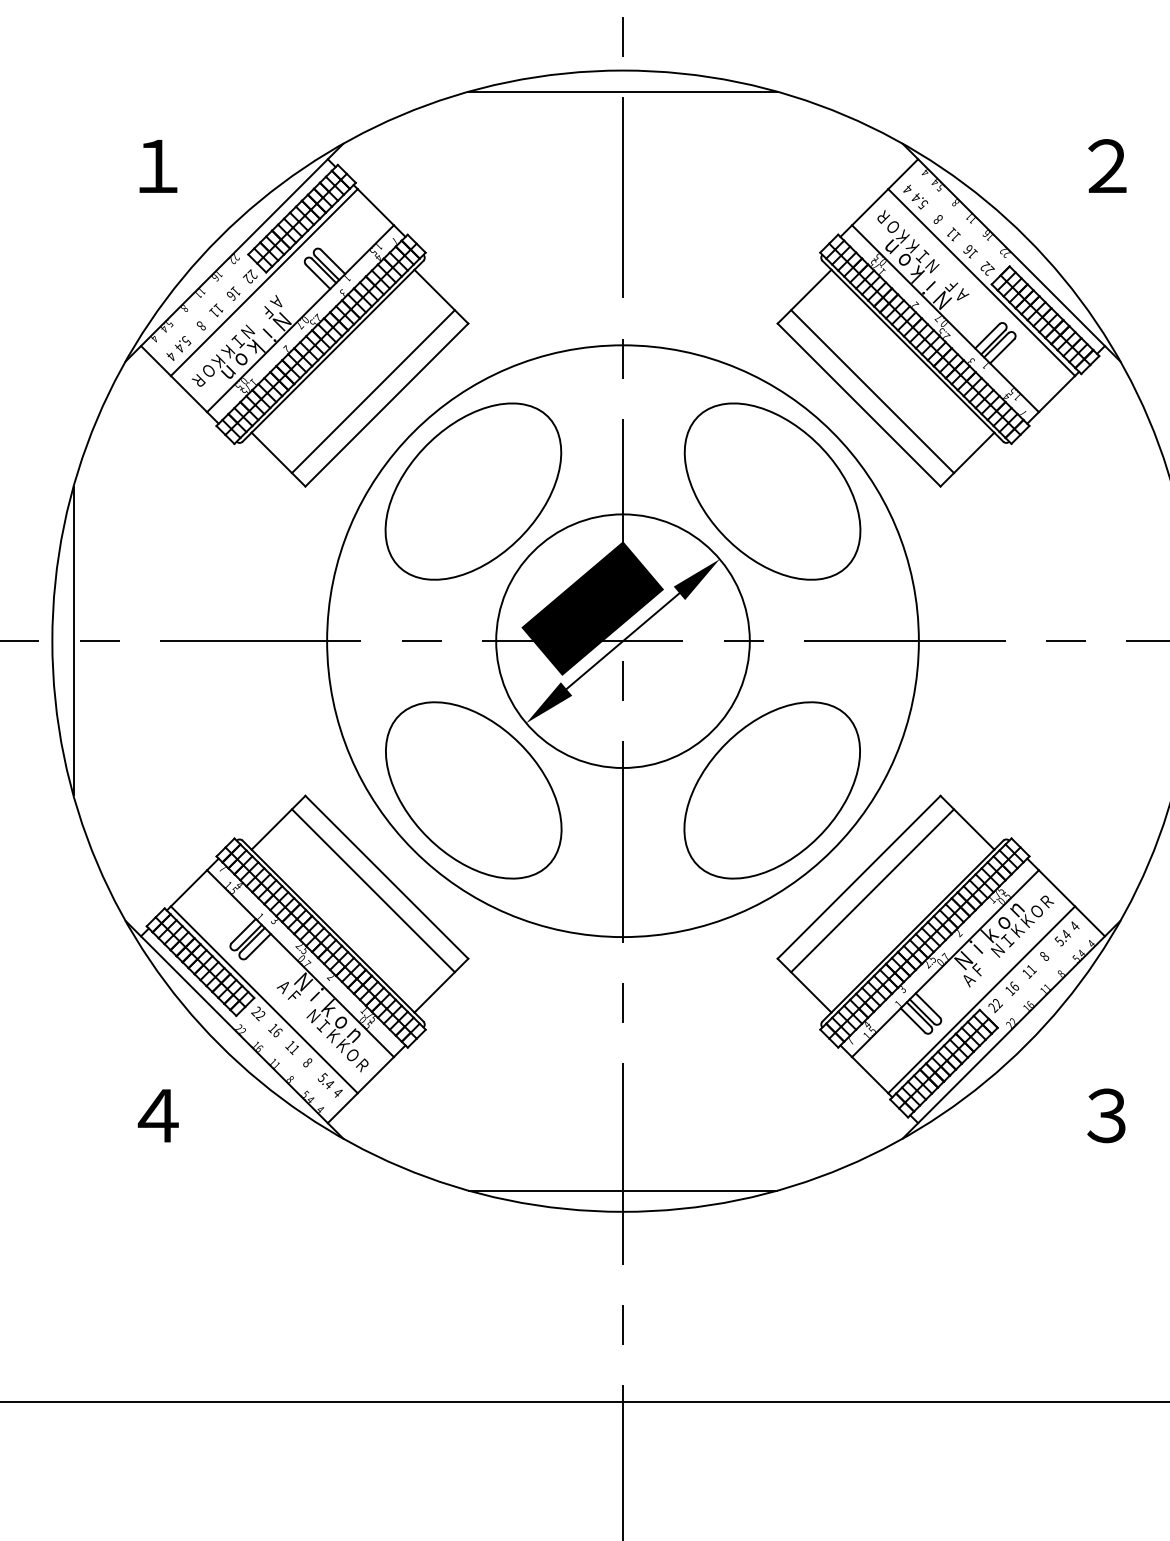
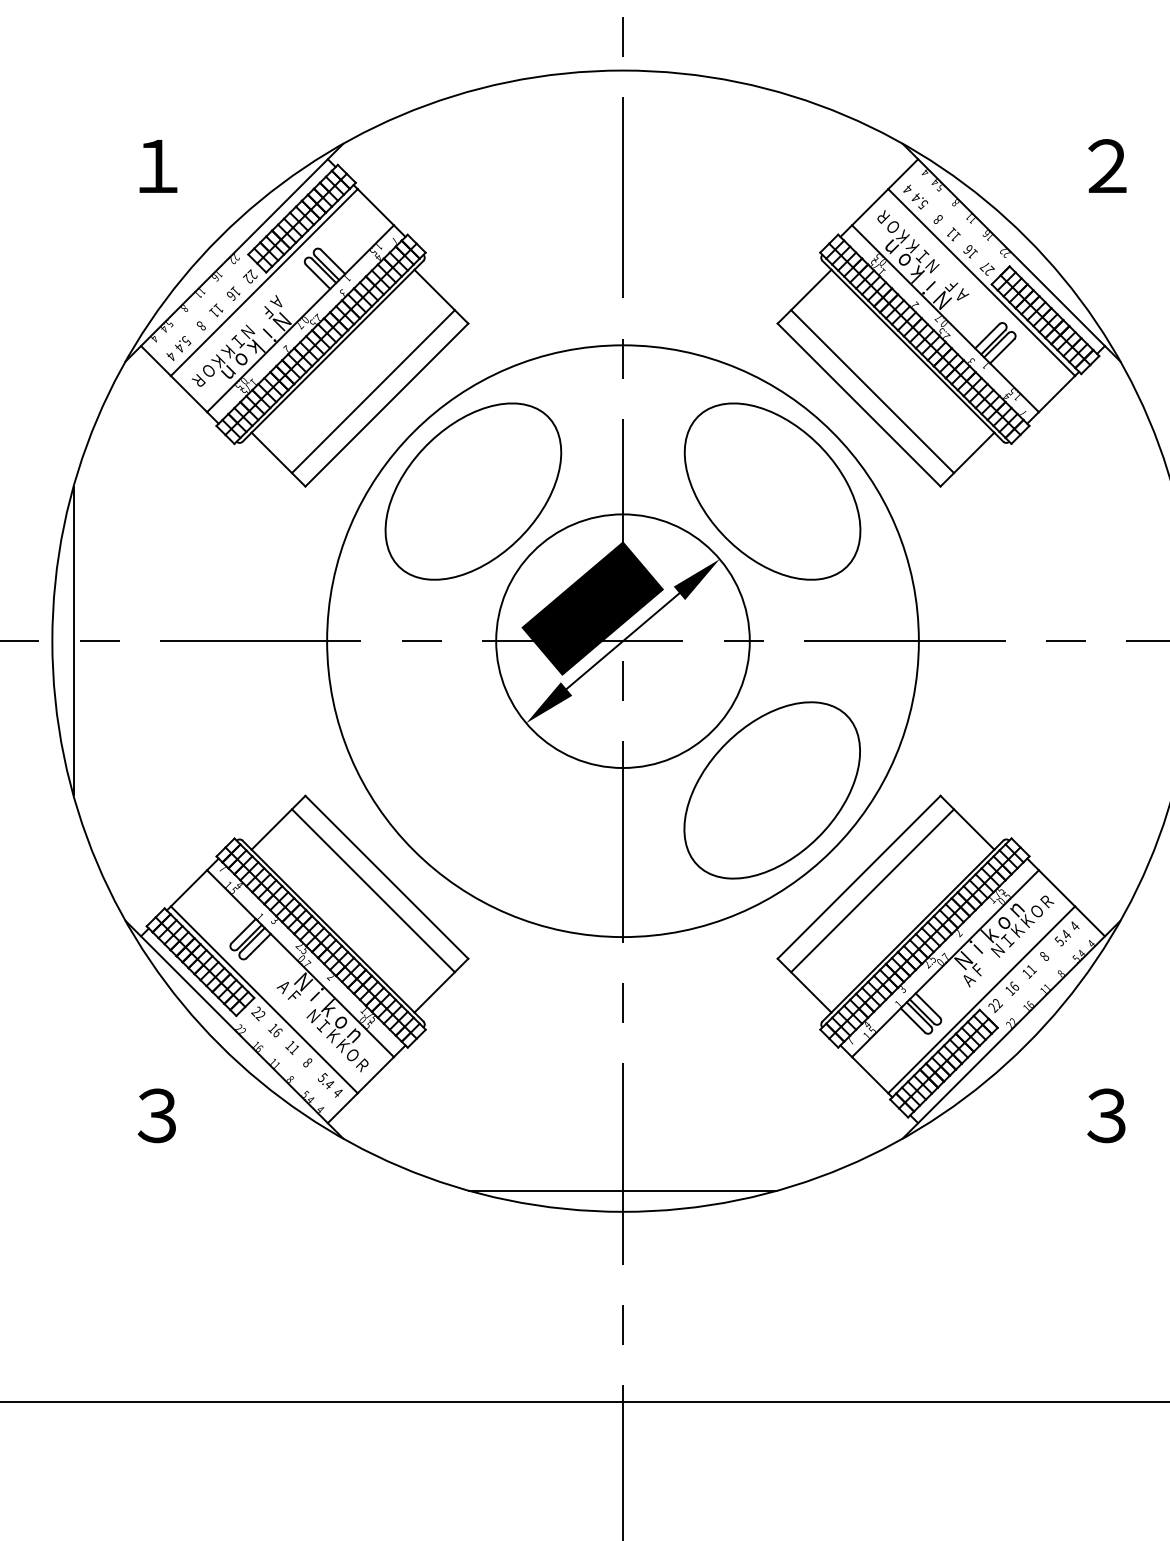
line at (622, 91): present -> none
text at (984, 266): 22 -> 27
part at (473, 790): present -> none
text at (157, 1115): ４ -> ３
